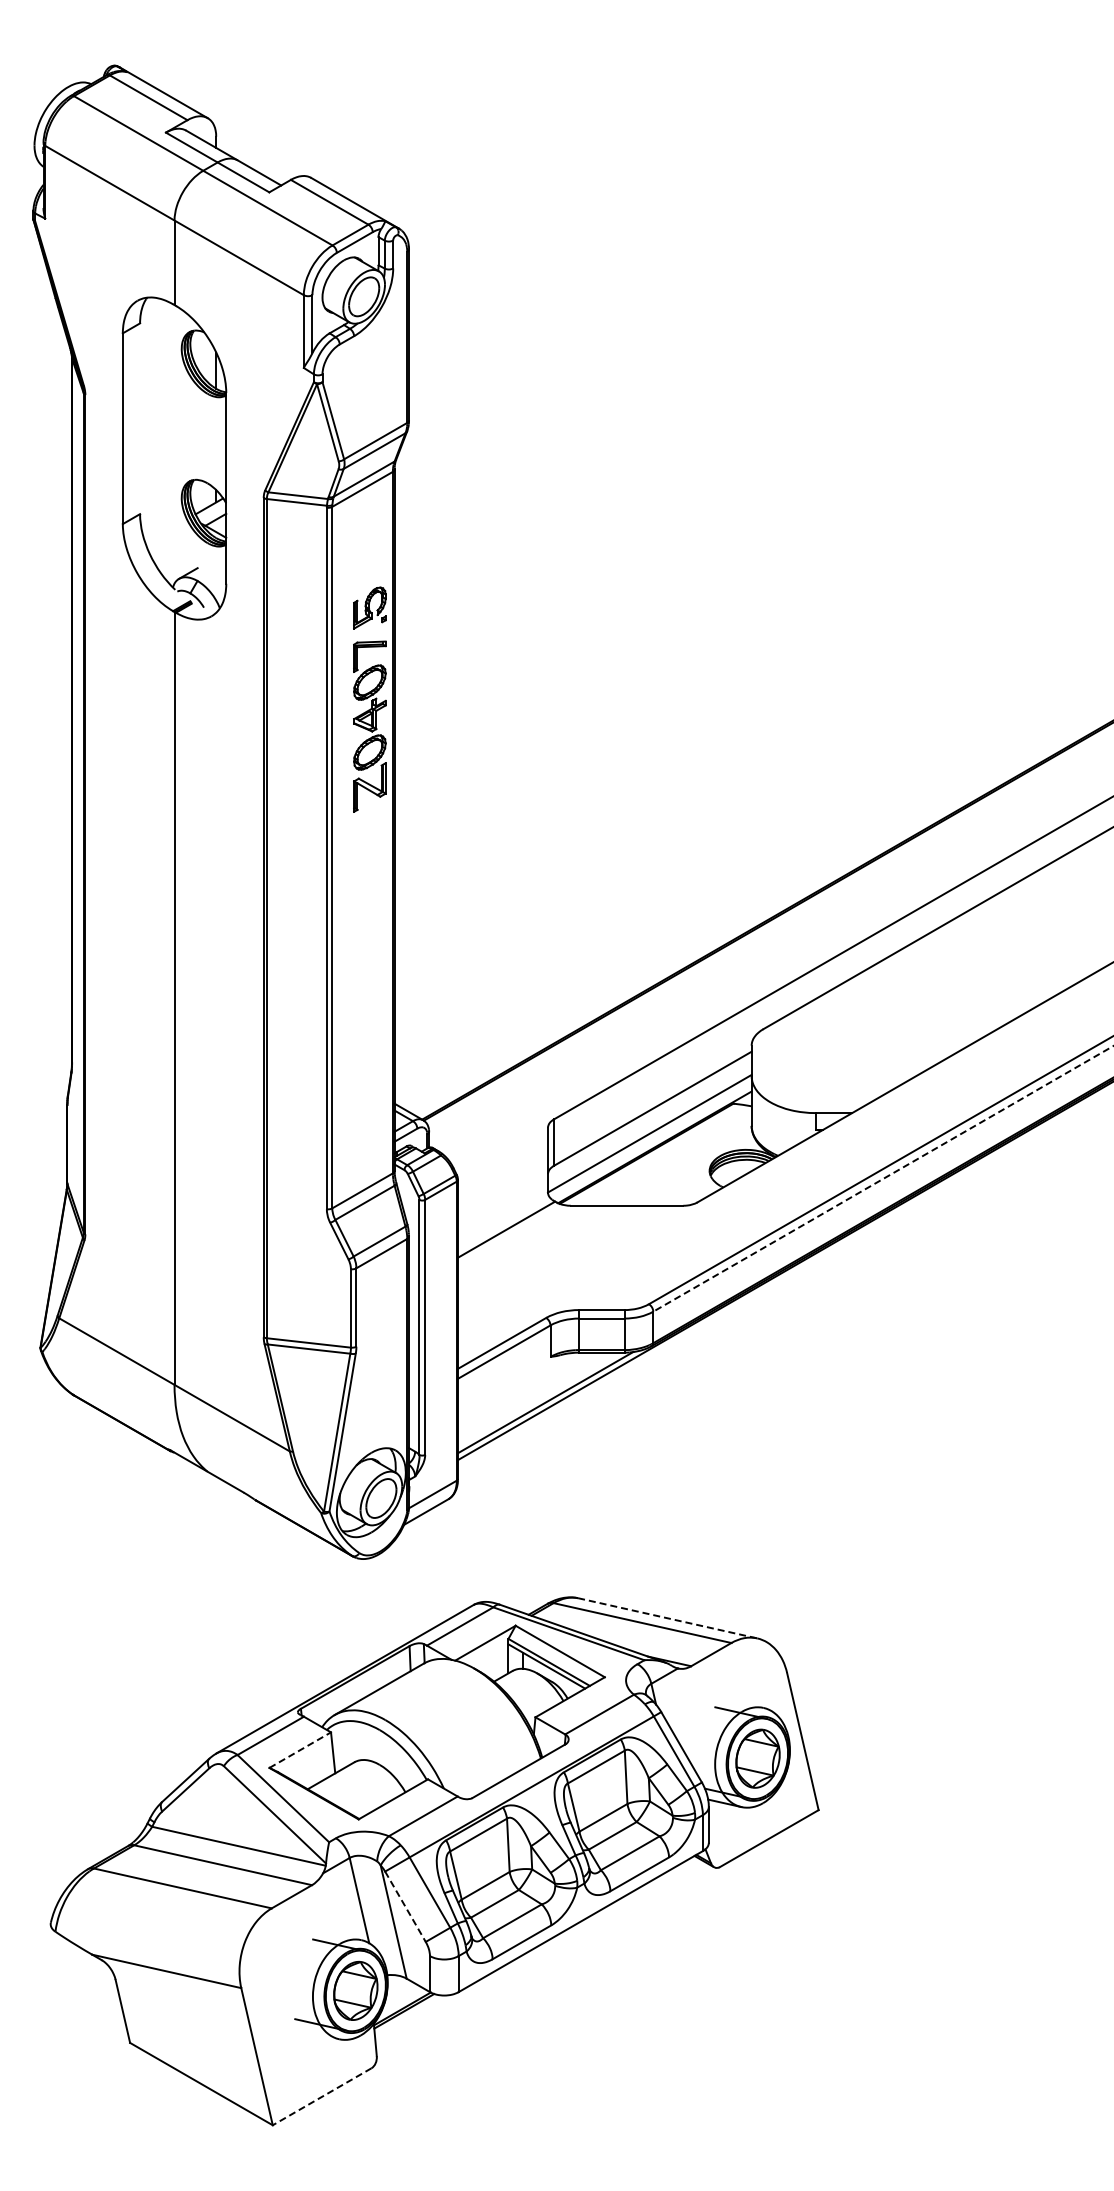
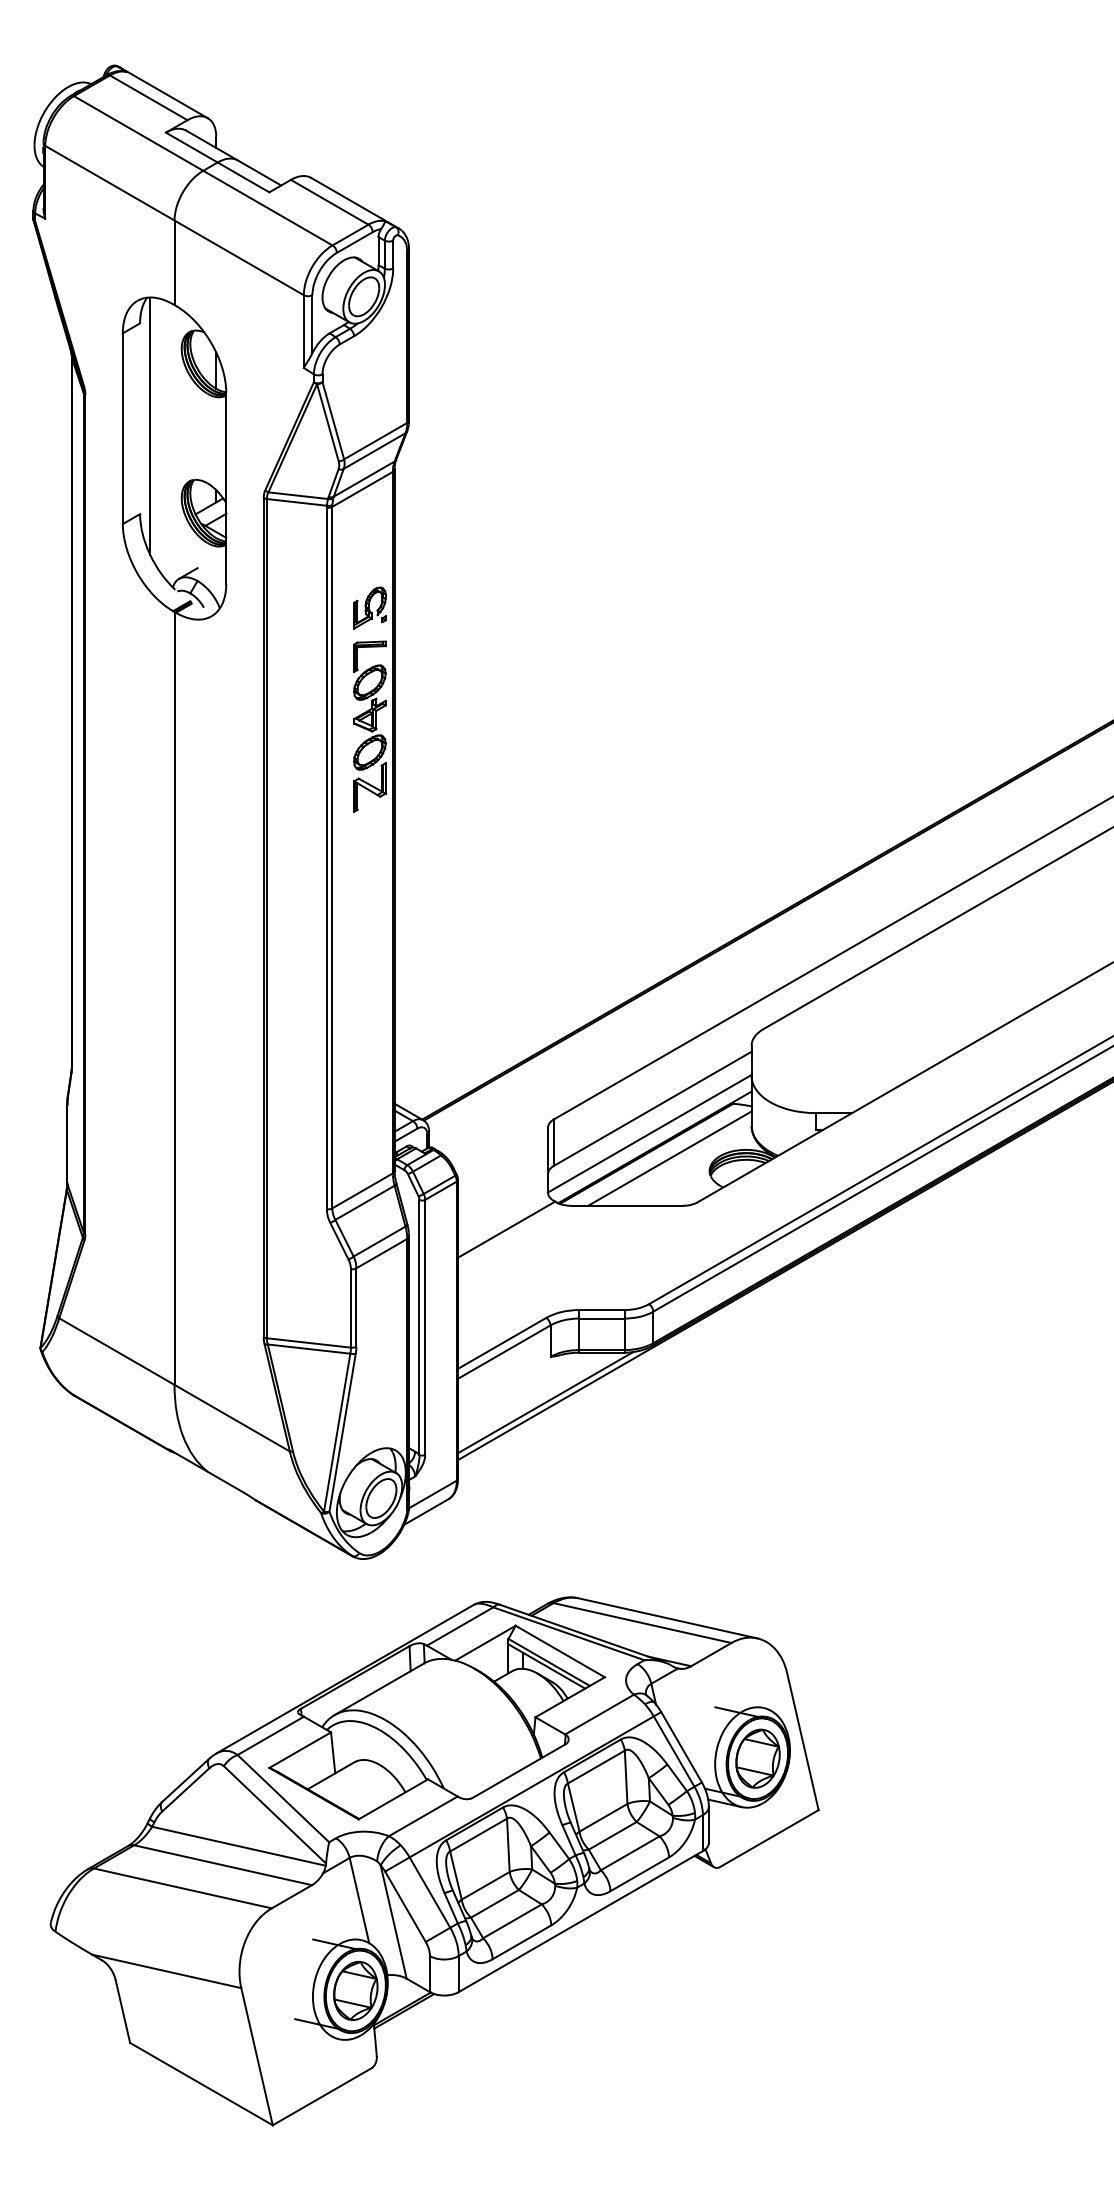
line at (150, 425): none -> present
line at (669, 1158): none -> present
line at (883, 1178): dashed -> solid
line at (667, 1618): dashed -> solid
line at (300, 1750): dashed -> solid
line at (405, 1906): dashed -> solid
line at (321, 2097): dashed -> solid
